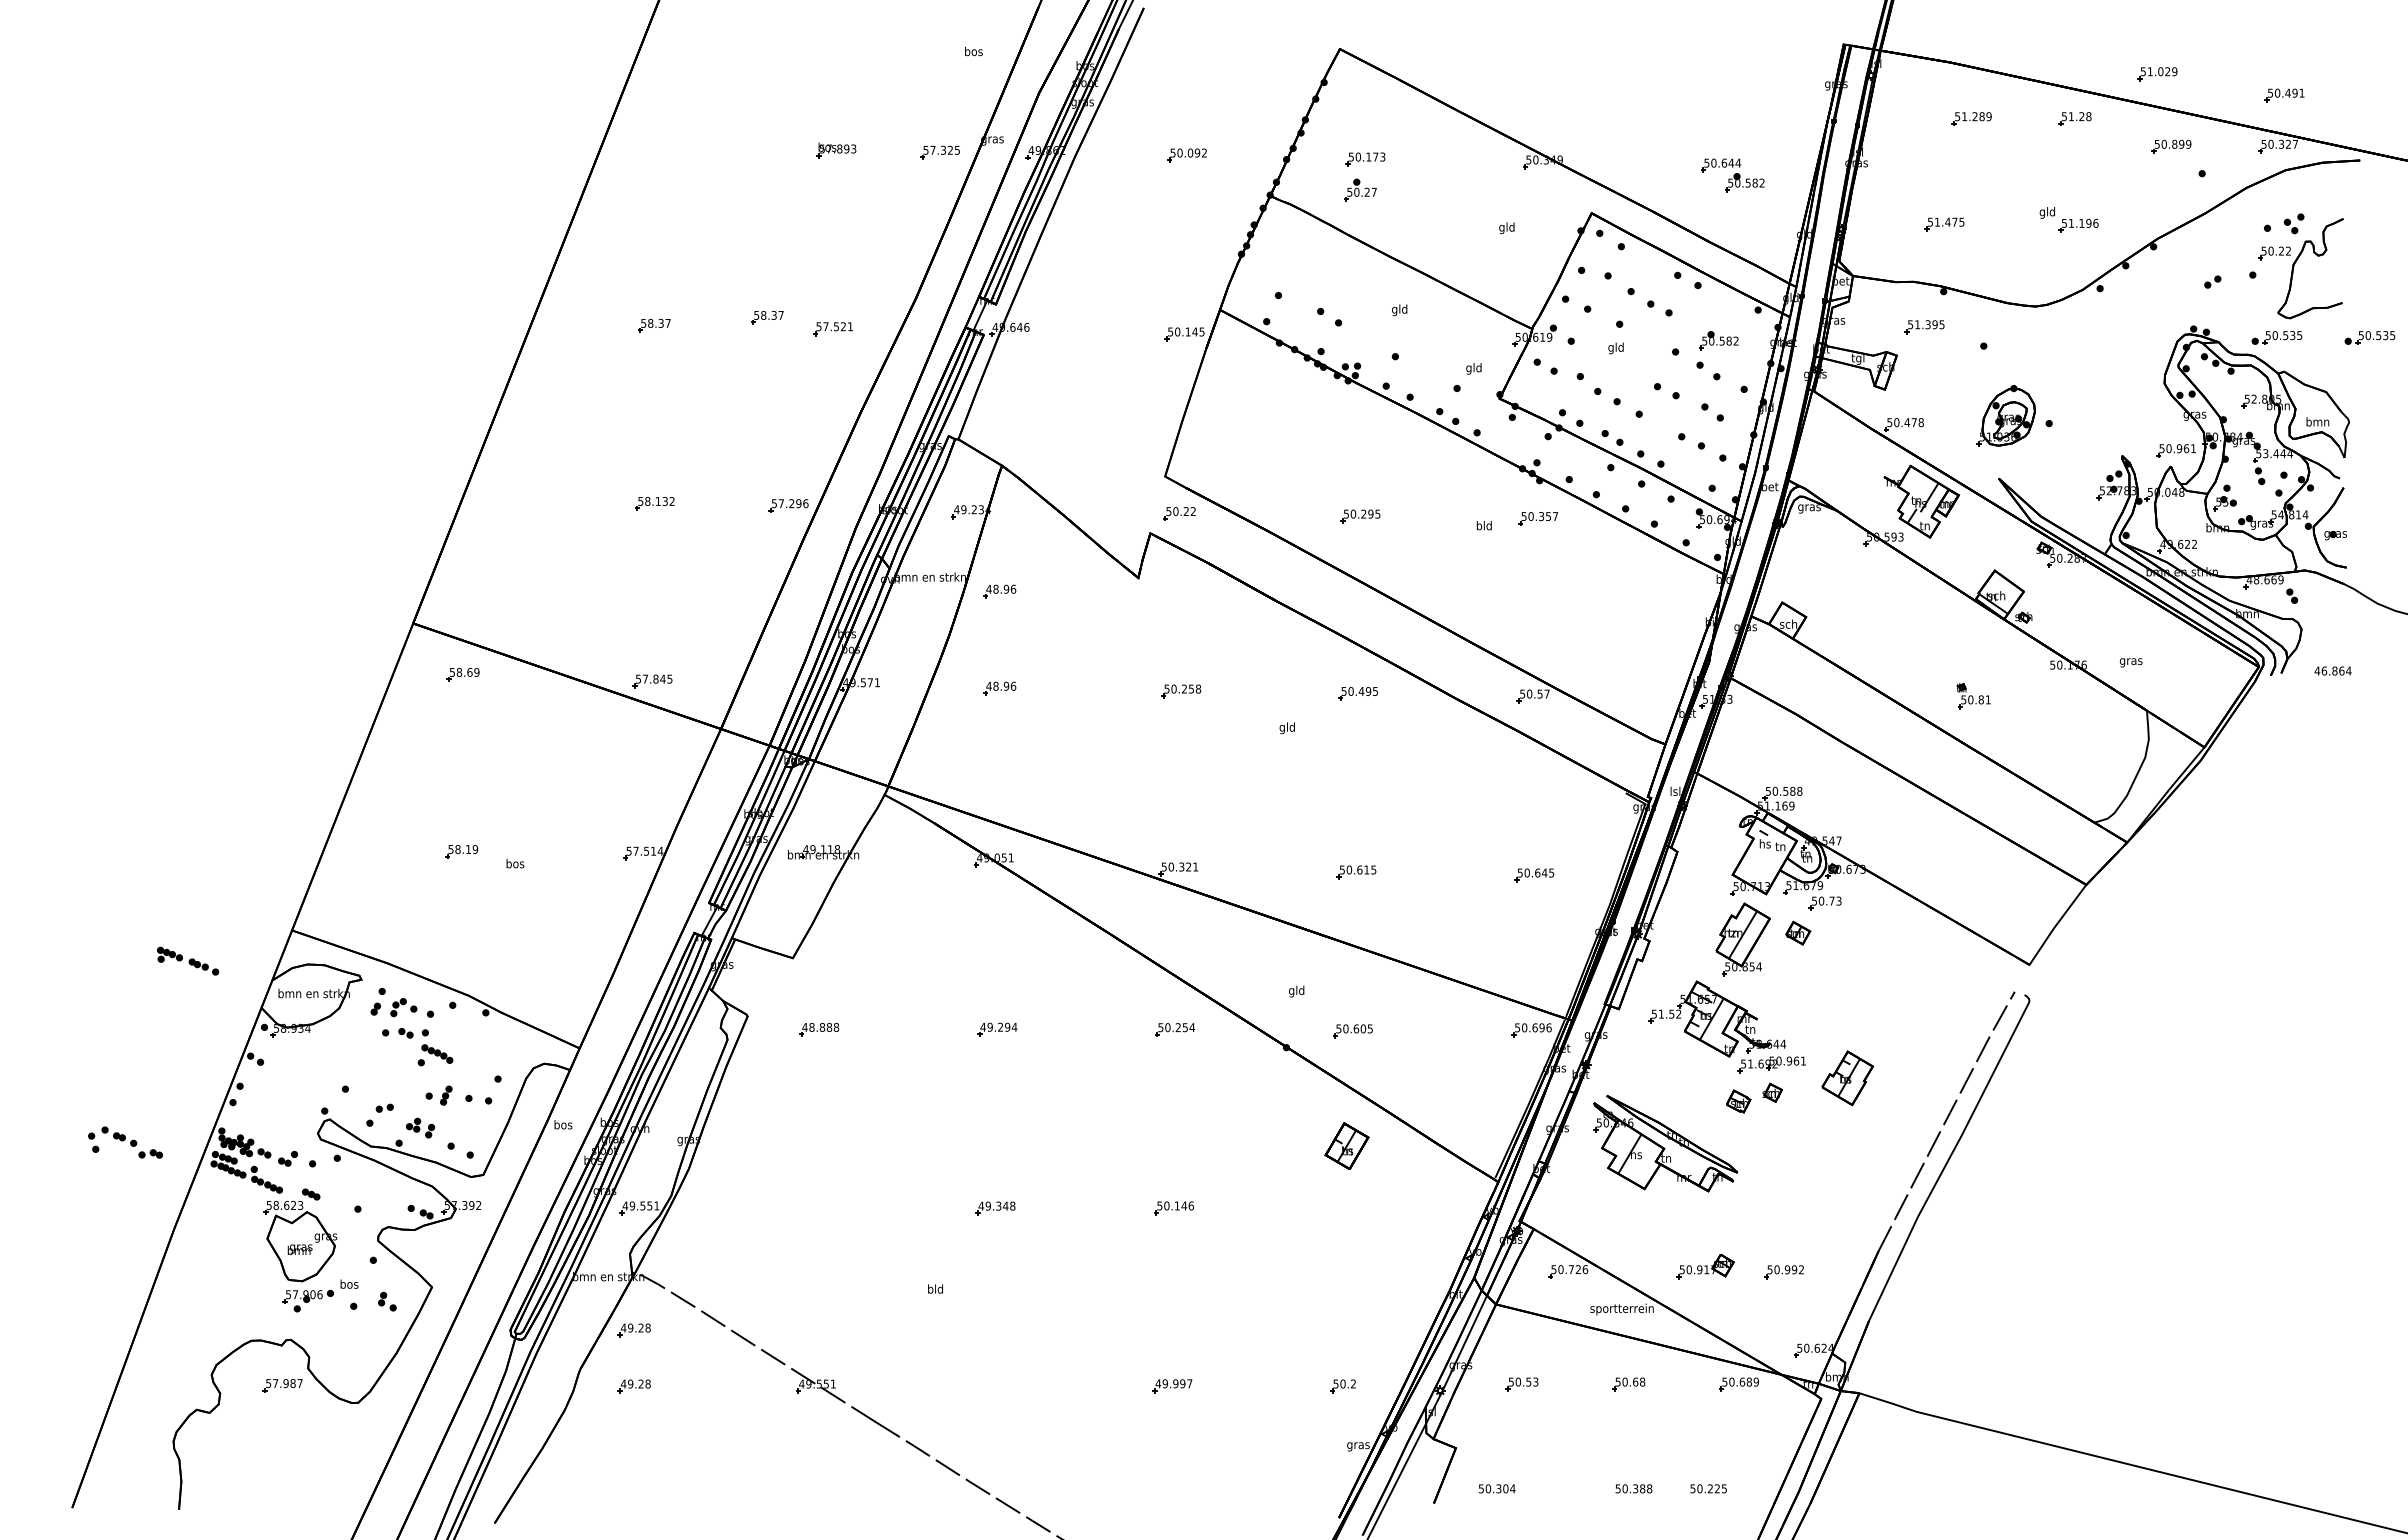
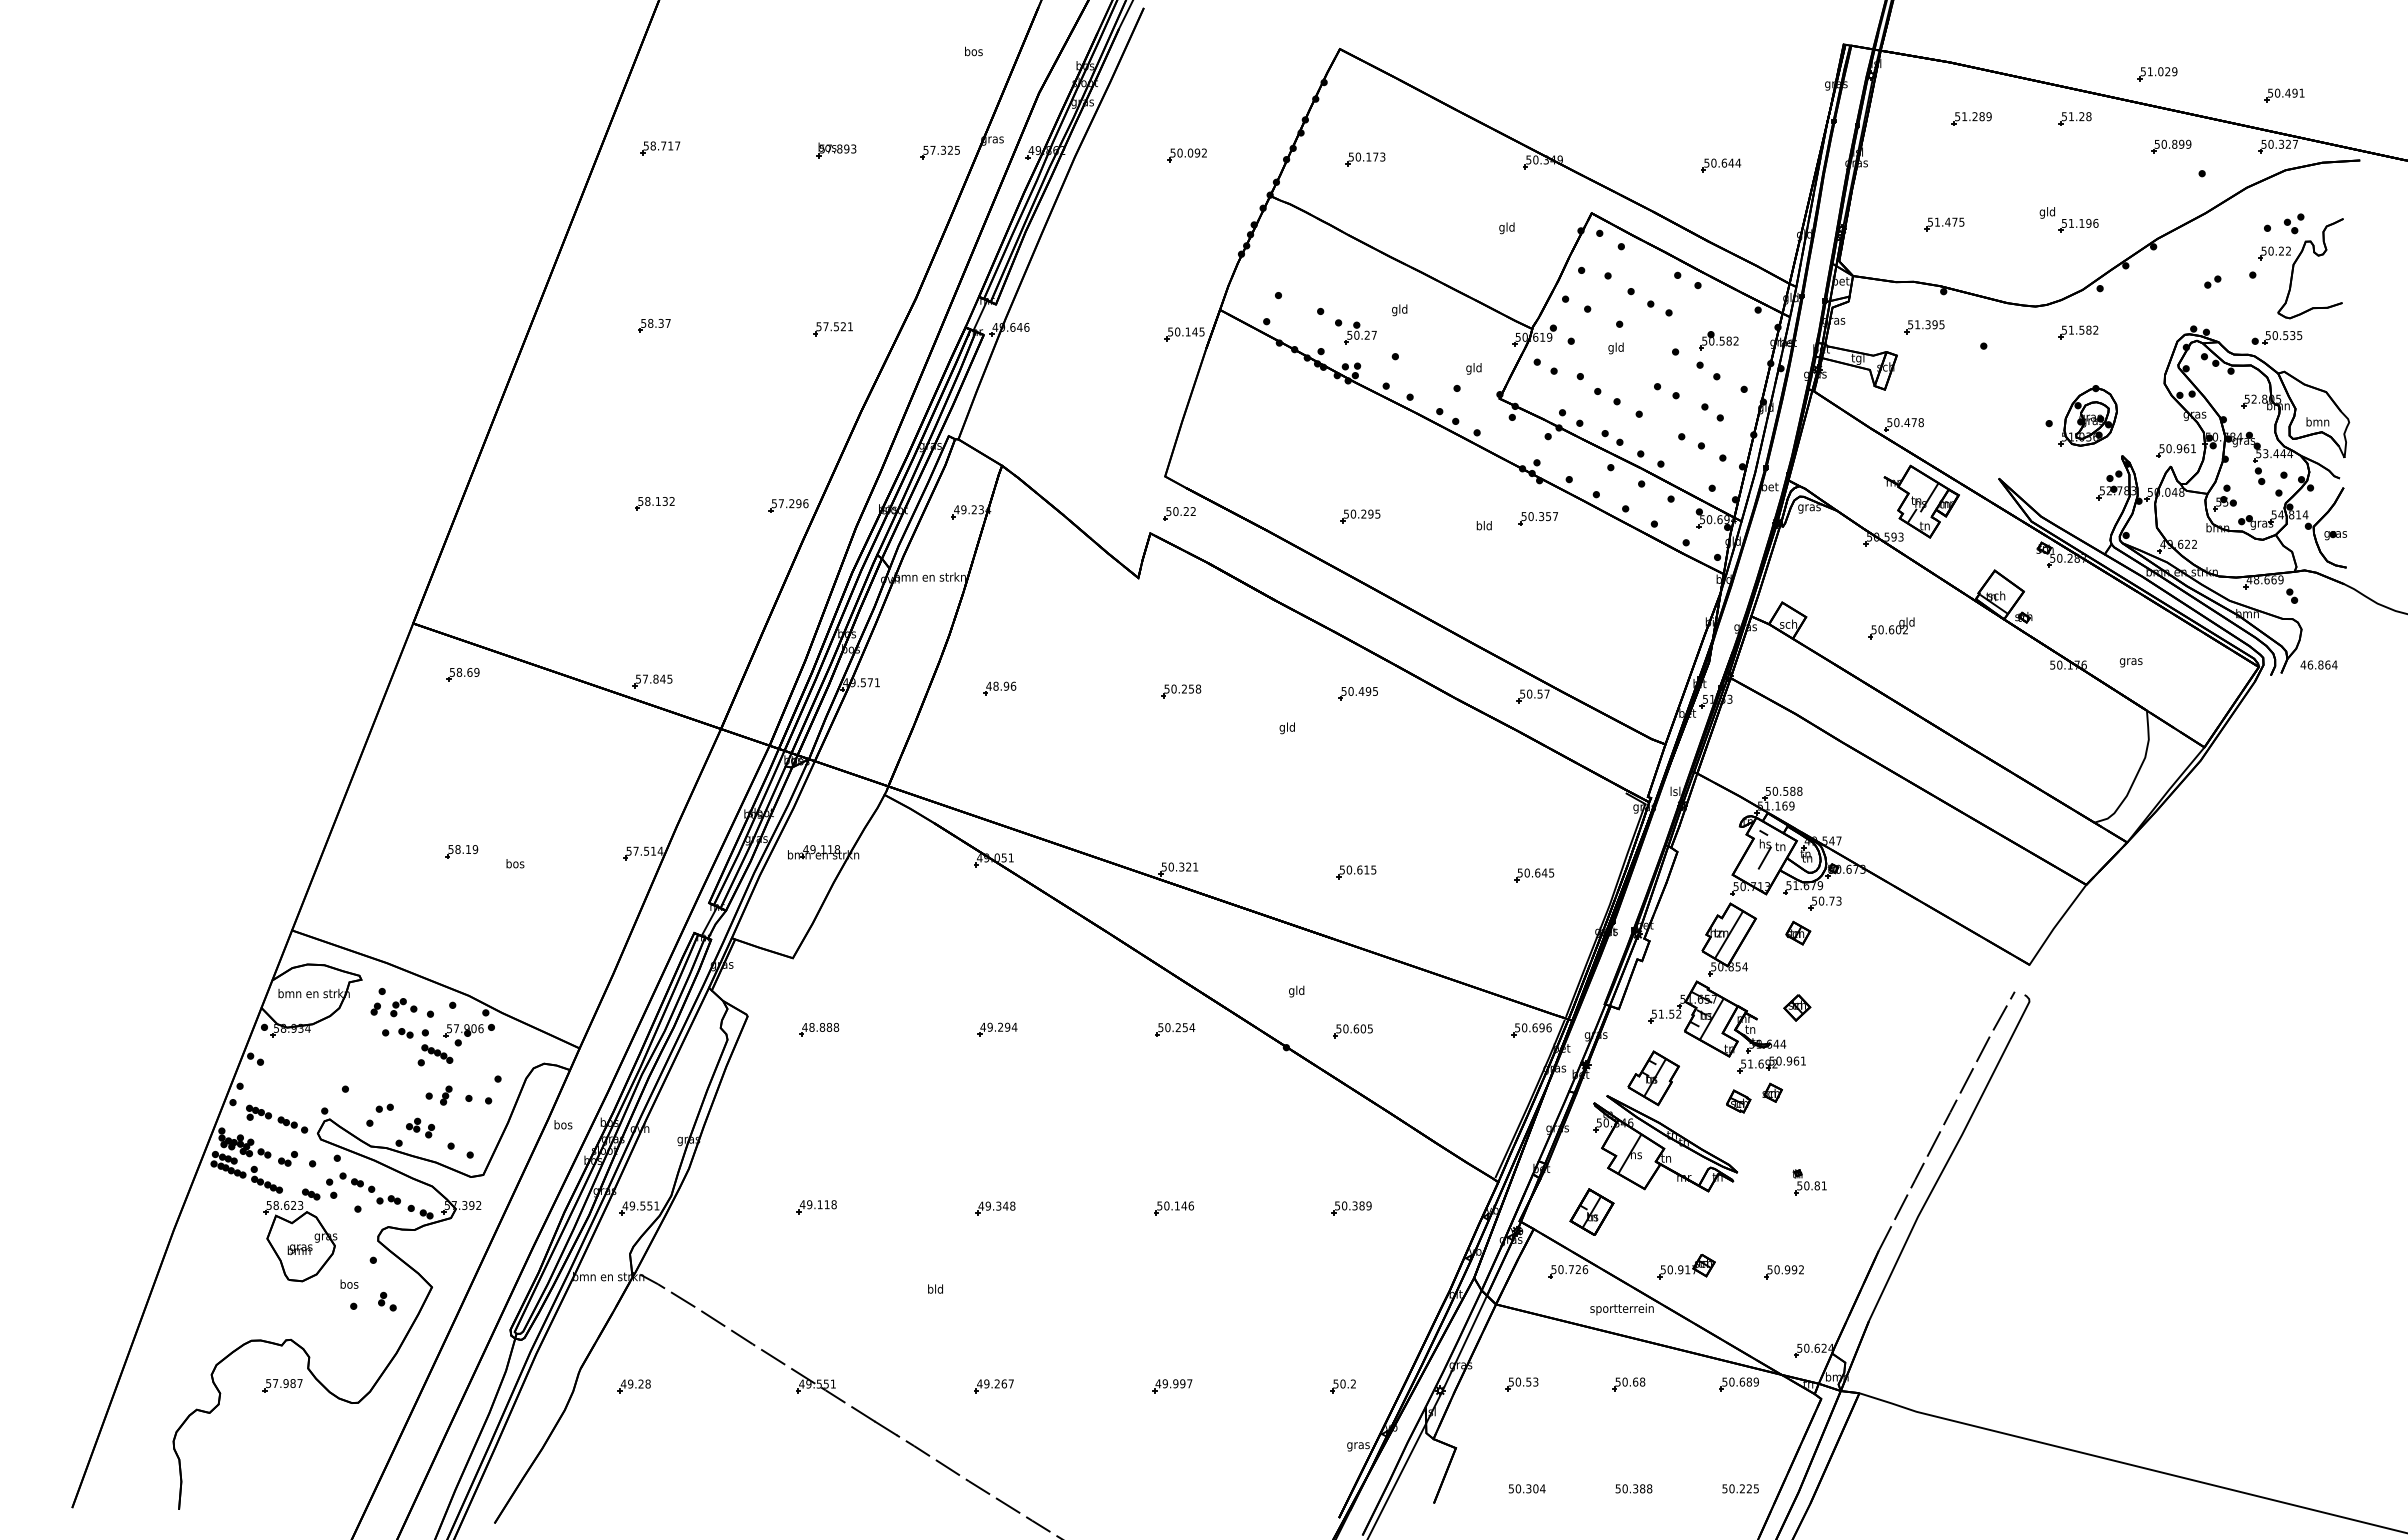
part at (660, 148): none -> present
part at (1744, 182): present -> none
part at (1360, 189) position: (1360, 189) -> (1360, 332)
part at (767, 317): present -> none
part at (2078, 332): none -> present
part at (2369, 337): present -> none
part at (2005, 415) position: (2005, 415) -> (2087, 415)
part at (999, 591): present -> none
part at (1891, 628): none -> present
text at (2332, 670) position: (2332, 670) -> (2318, 664)
part at (1973, 696) position: (1973, 696) -> (1809, 1182)
line at (1764, 857): none -> present
part at (1742, 939) position: (1742, 939) -> (1728, 939)
part at (188, 960) position: (188, 960) -> (277, 1118)
part at (1797, 1007): none -> present
part at (1847, 1078) position: (1847, 1078) -> (1653, 1078)
part at (125, 1142) position: (125, 1142) -> (363, 1188)
part at (1346, 1145) position: (1346, 1145) -> (1591, 1211)
part at (816, 1207): none -> present
part at (1351, 1208): none -> present
part at (1705, 1266) position: (1705, 1266) -> (1686, 1266)
part at (307, 1300) position: (307, 1300) -> (468, 1034)
part at (633, 1330): present -> none
part at (993, 1386): none -> present
text at (1496, 1488) position: (1496, 1488) -> (1526, 1488)
text at (1708, 1488) position: (1708, 1488) -> (1740, 1488)
